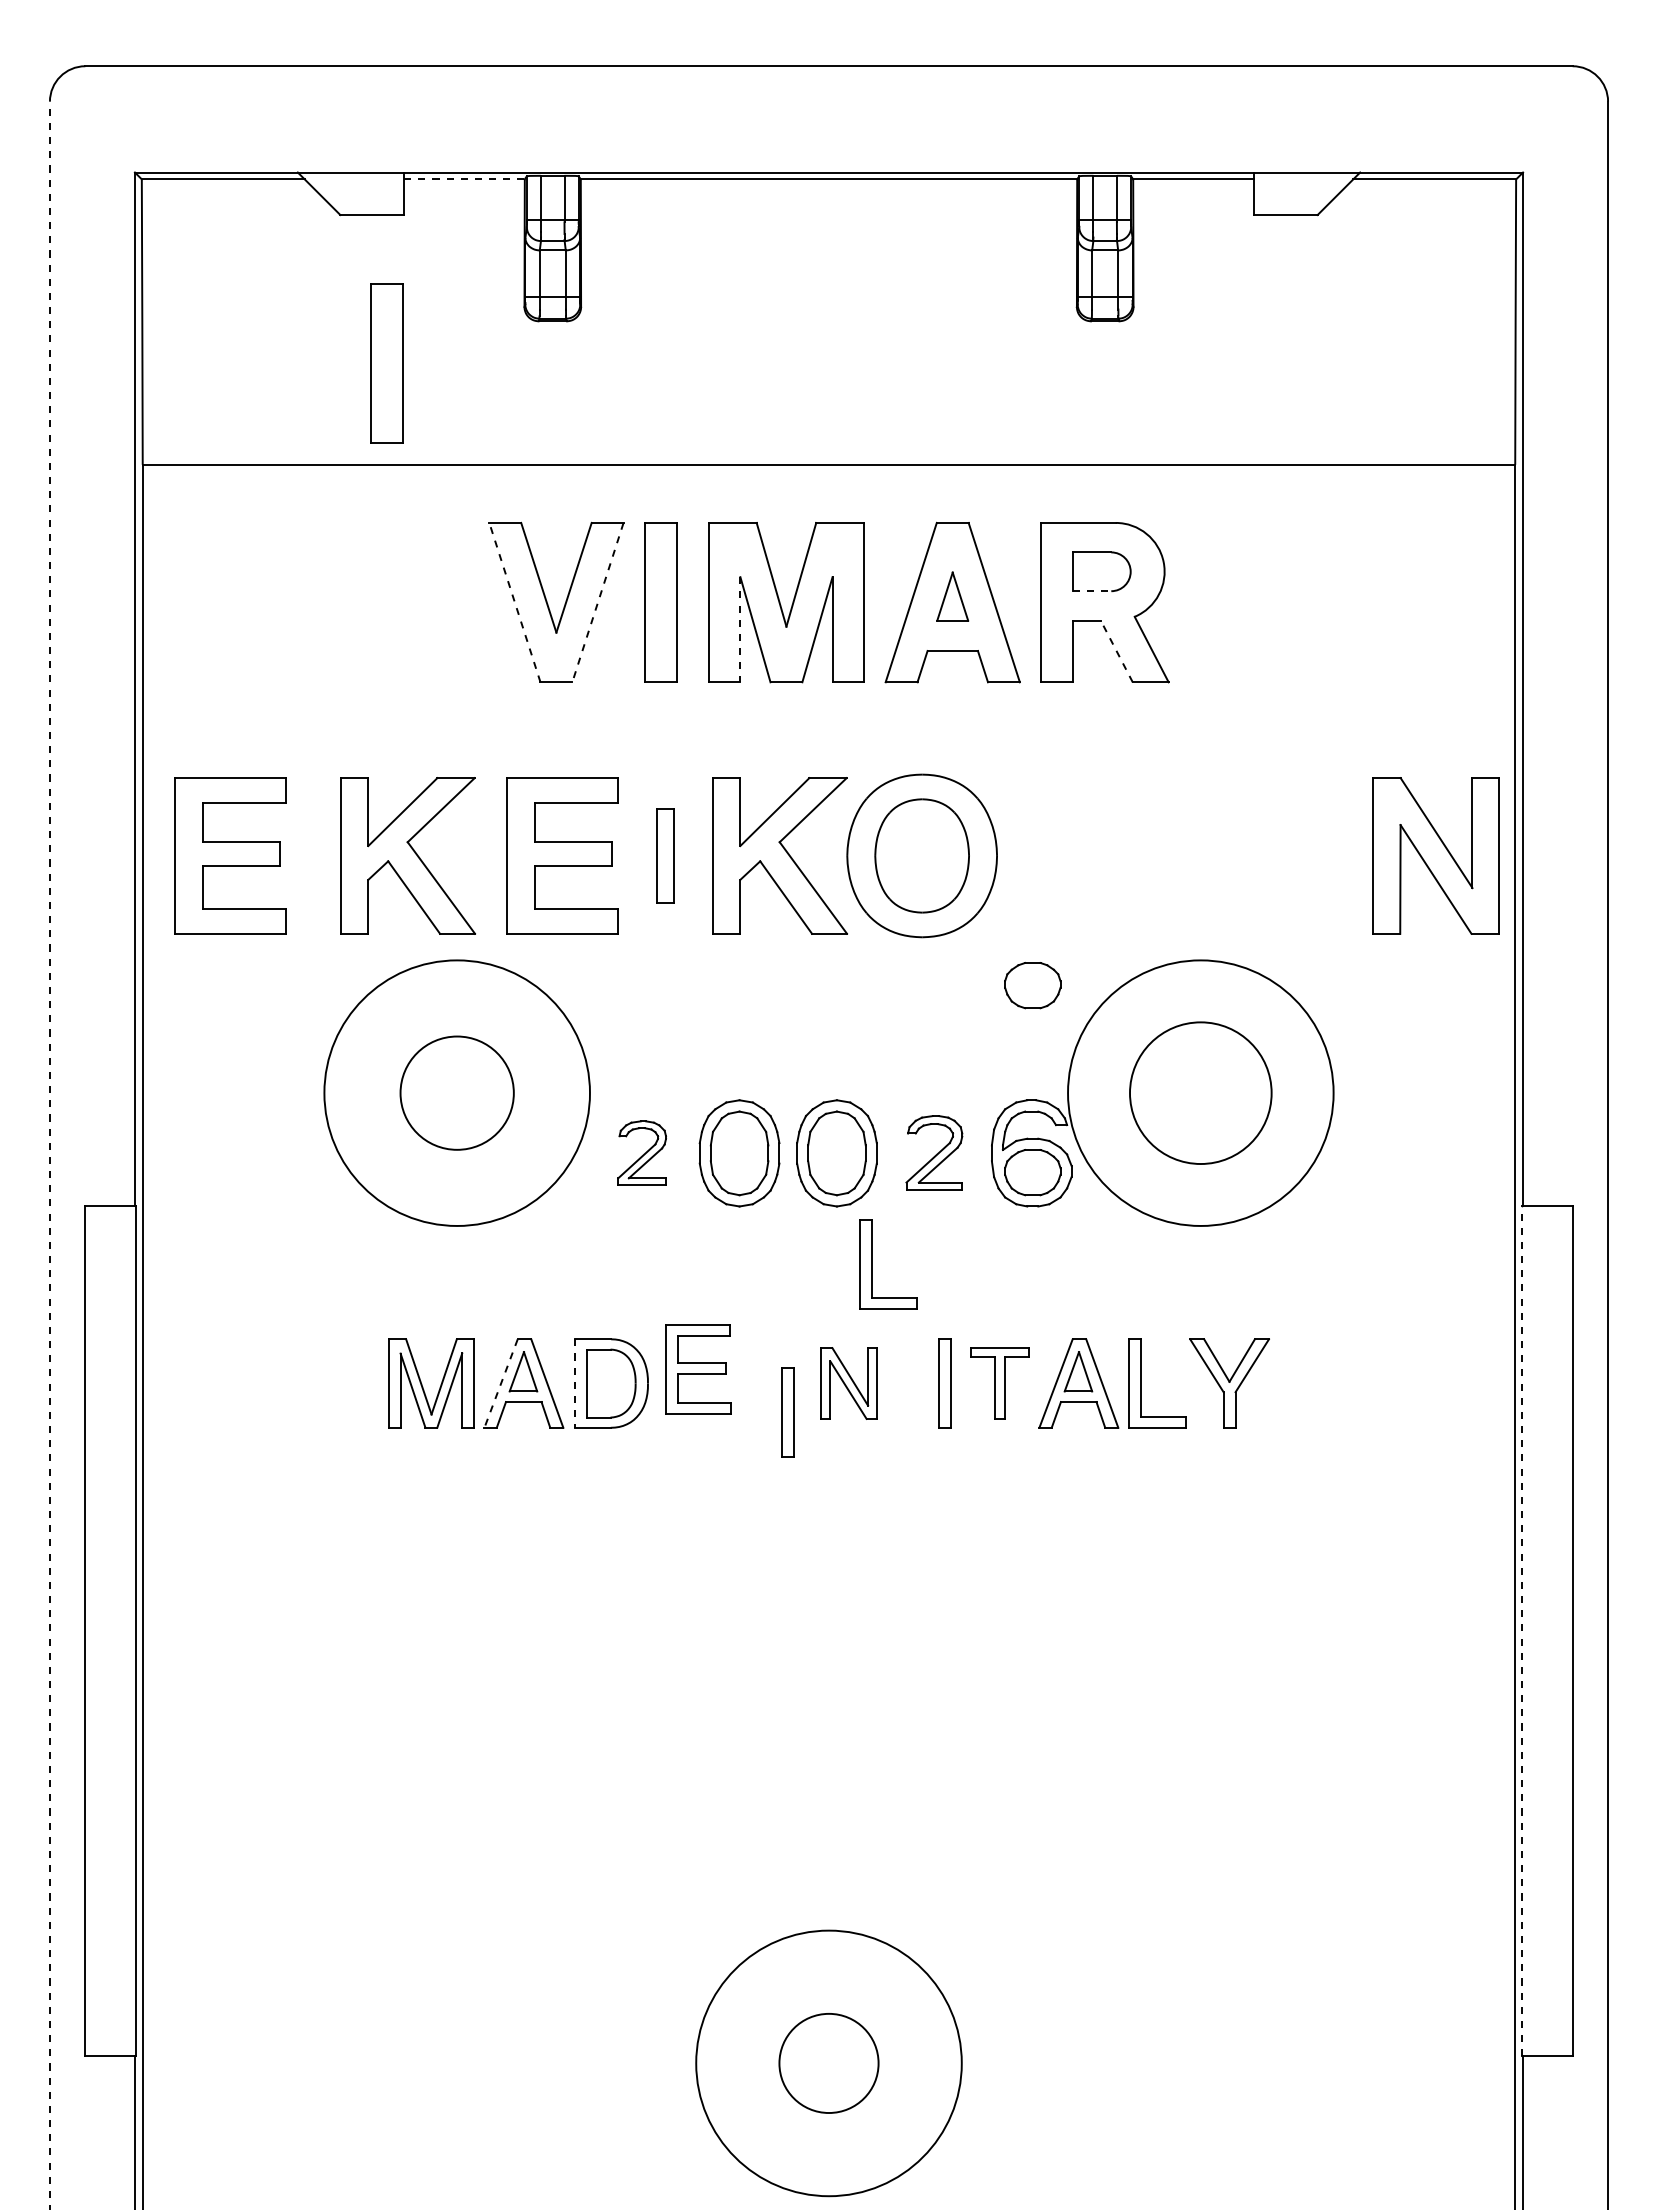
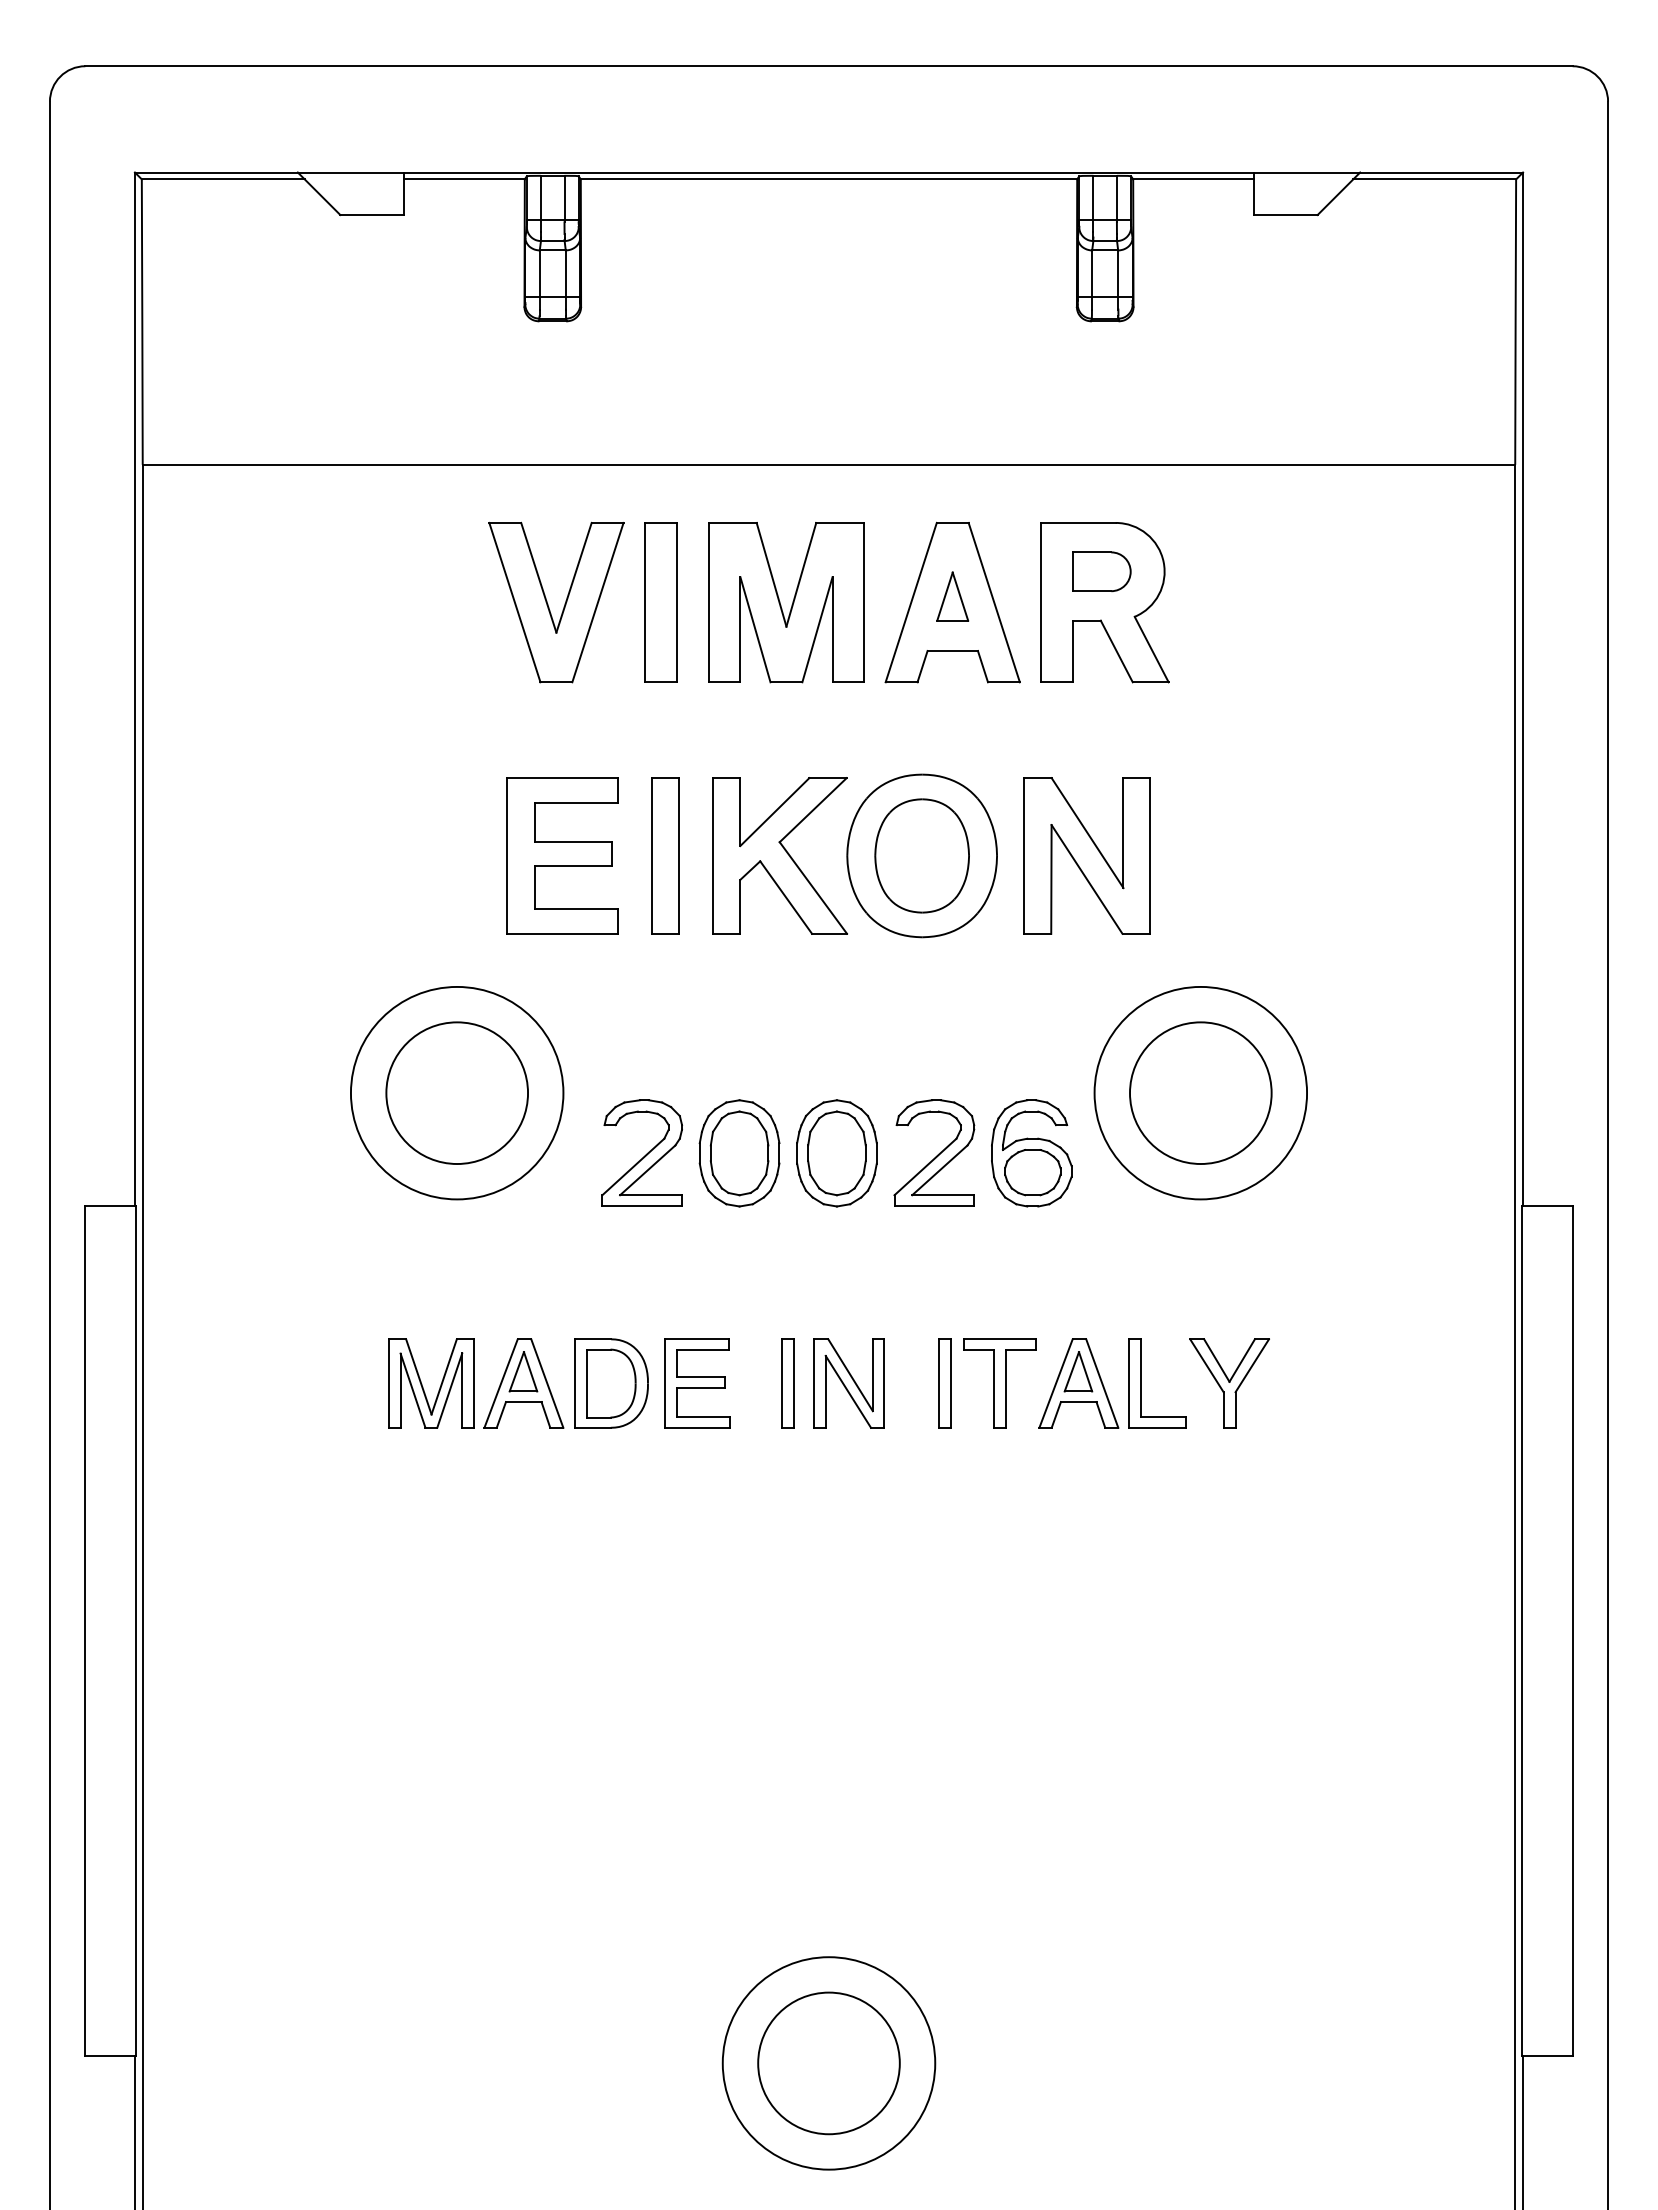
line at (464, 179): dashed -> solid
part at (386, 363): present -> none
line at (1092, 591): dashed -> solid
line at (514, 602): dashed -> solid
line at (597, 602): dashed -> solid
line at (740, 629): dashed -> solid
line at (1116, 651): dashed -> solid
part at (230, 855): present -> none
part at (407, 855): present -> none
part at (665, 855) size: 19x96 px -> 29x158 px
part at (1435, 855) position: (1435, 855) -> (1086, 855)
part at (1032, 985): present -> none
circle at (456, 1092) diameter: 113 px -> 142 px
circle at (456, 1092) diameter: 266 px -> 212 px
circle at (1200, 1092) diameter: 266 px -> 212 px
part at (641, 1152) size: 50x66 px -> 82x108 px
part at (934, 1152) size: 59x76 px -> 83x108 px
line at (49, 1155): dashed -> solid
part at (872, 1264): present -> none
part at (698, 1369) position: (698, 1369) -> (697, 1383)
part at (848, 1383) size: 58x73 px -> 72x91 px
part at (999, 1383) size: 60x73 px -> 74x91 px
line at (500, 1384): dashed -> solid
line at (574, 1384): dashed -> solid
part at (787, 1412) position: (787, 1412) -> (787, 1383)
line at (1521, 1631): dashed -> solid
circle at (828, 2063) diameter: 266 px -> 212 px
circle at (828, 2063) diameter: 99 px -> 142 px
